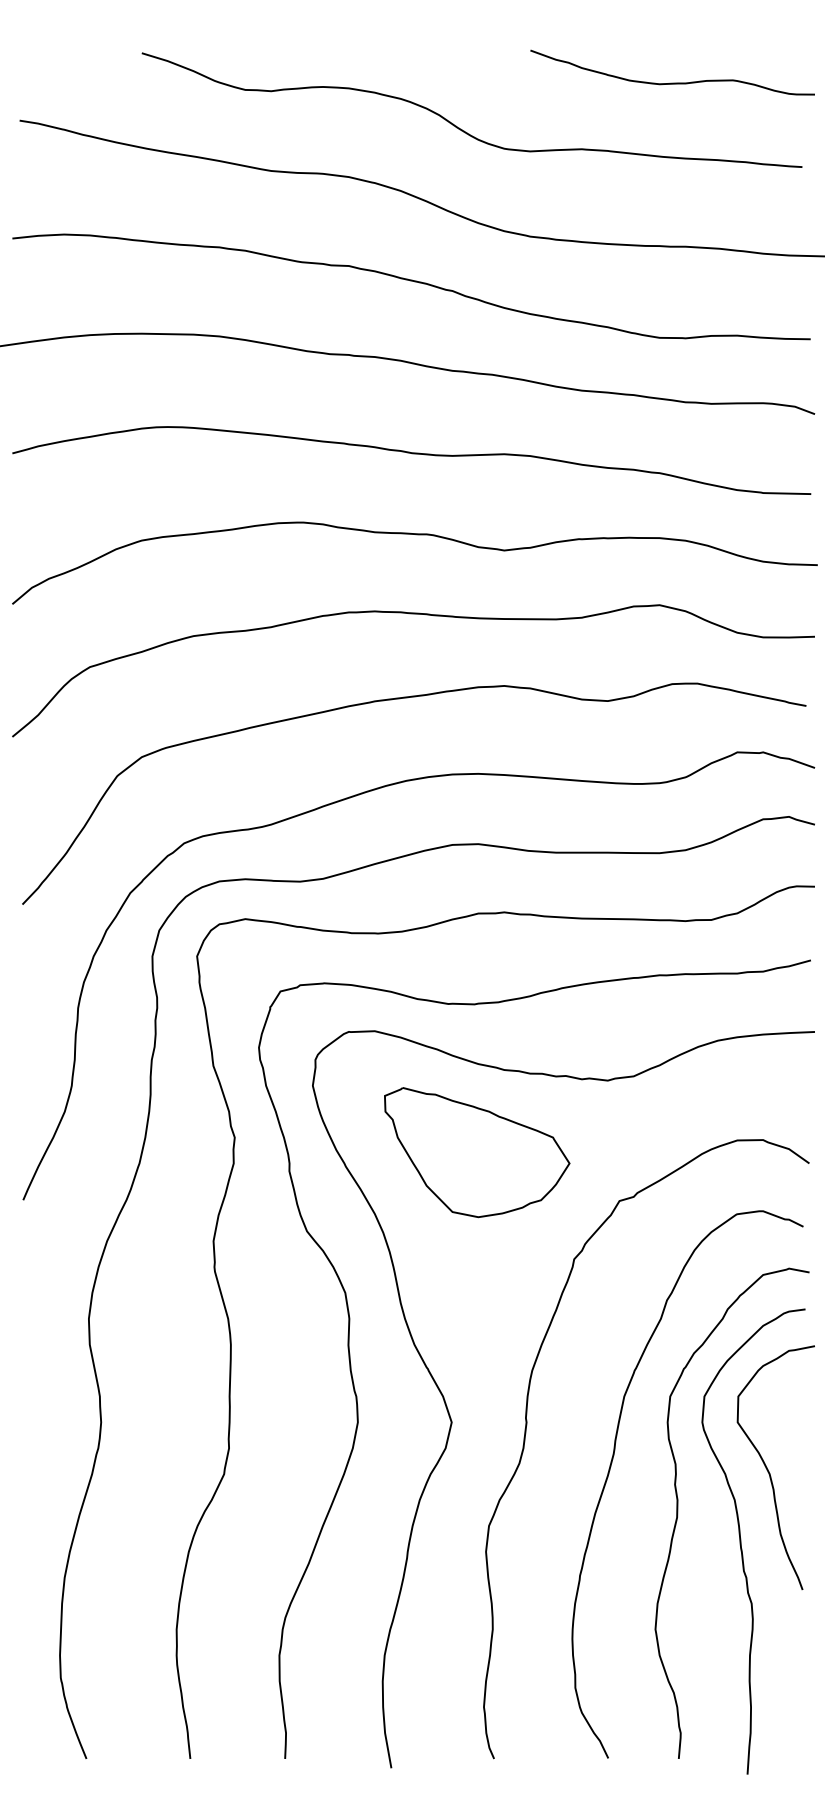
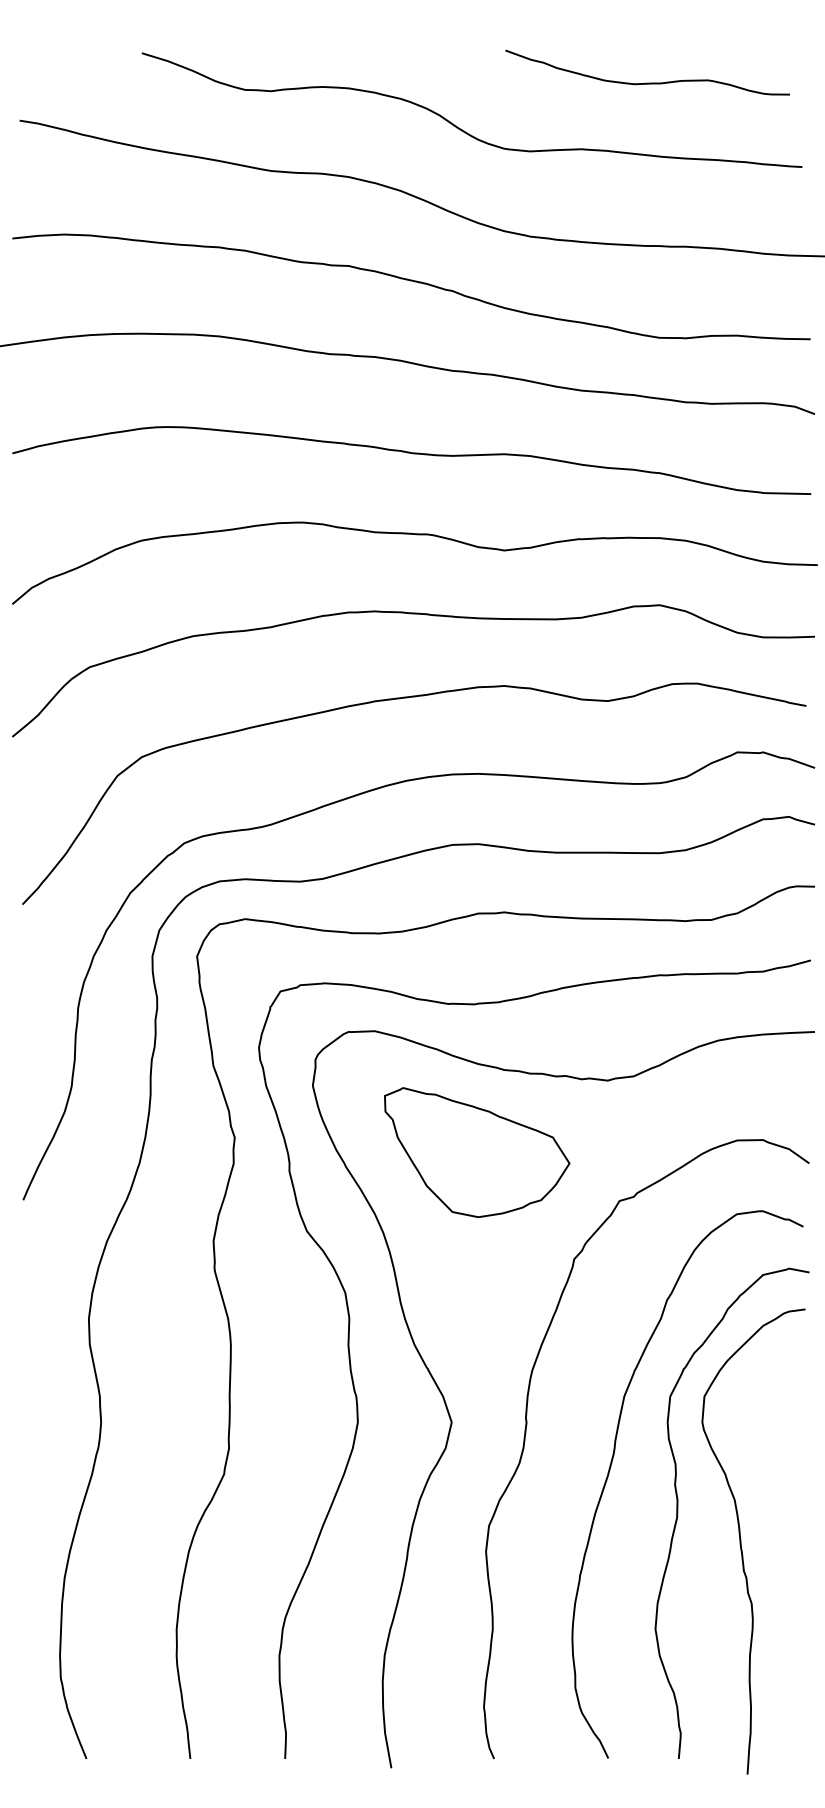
curve at (672, 82) position: (672, 82) -> (647, 82)
curve at (769, 1471): present -> none
